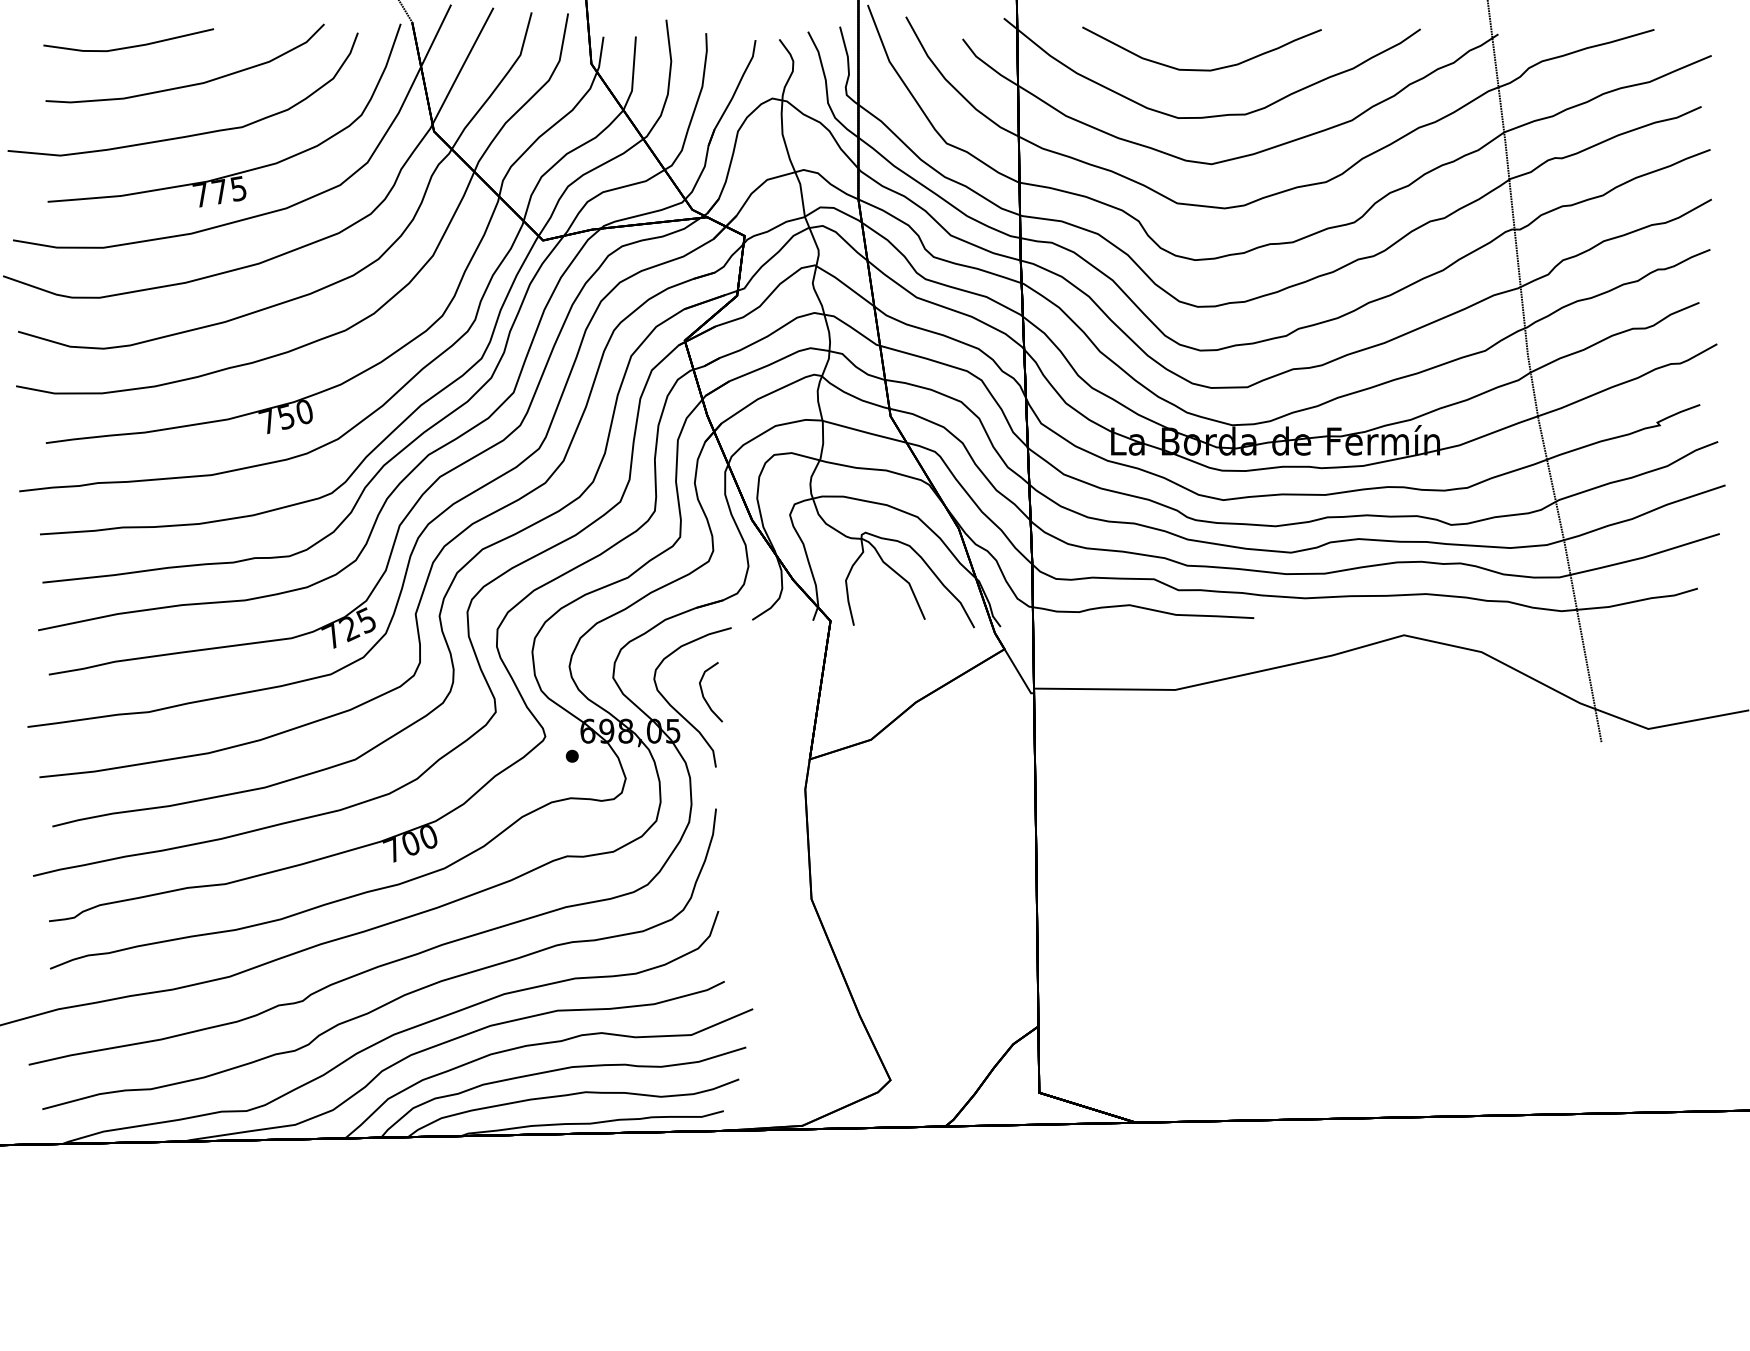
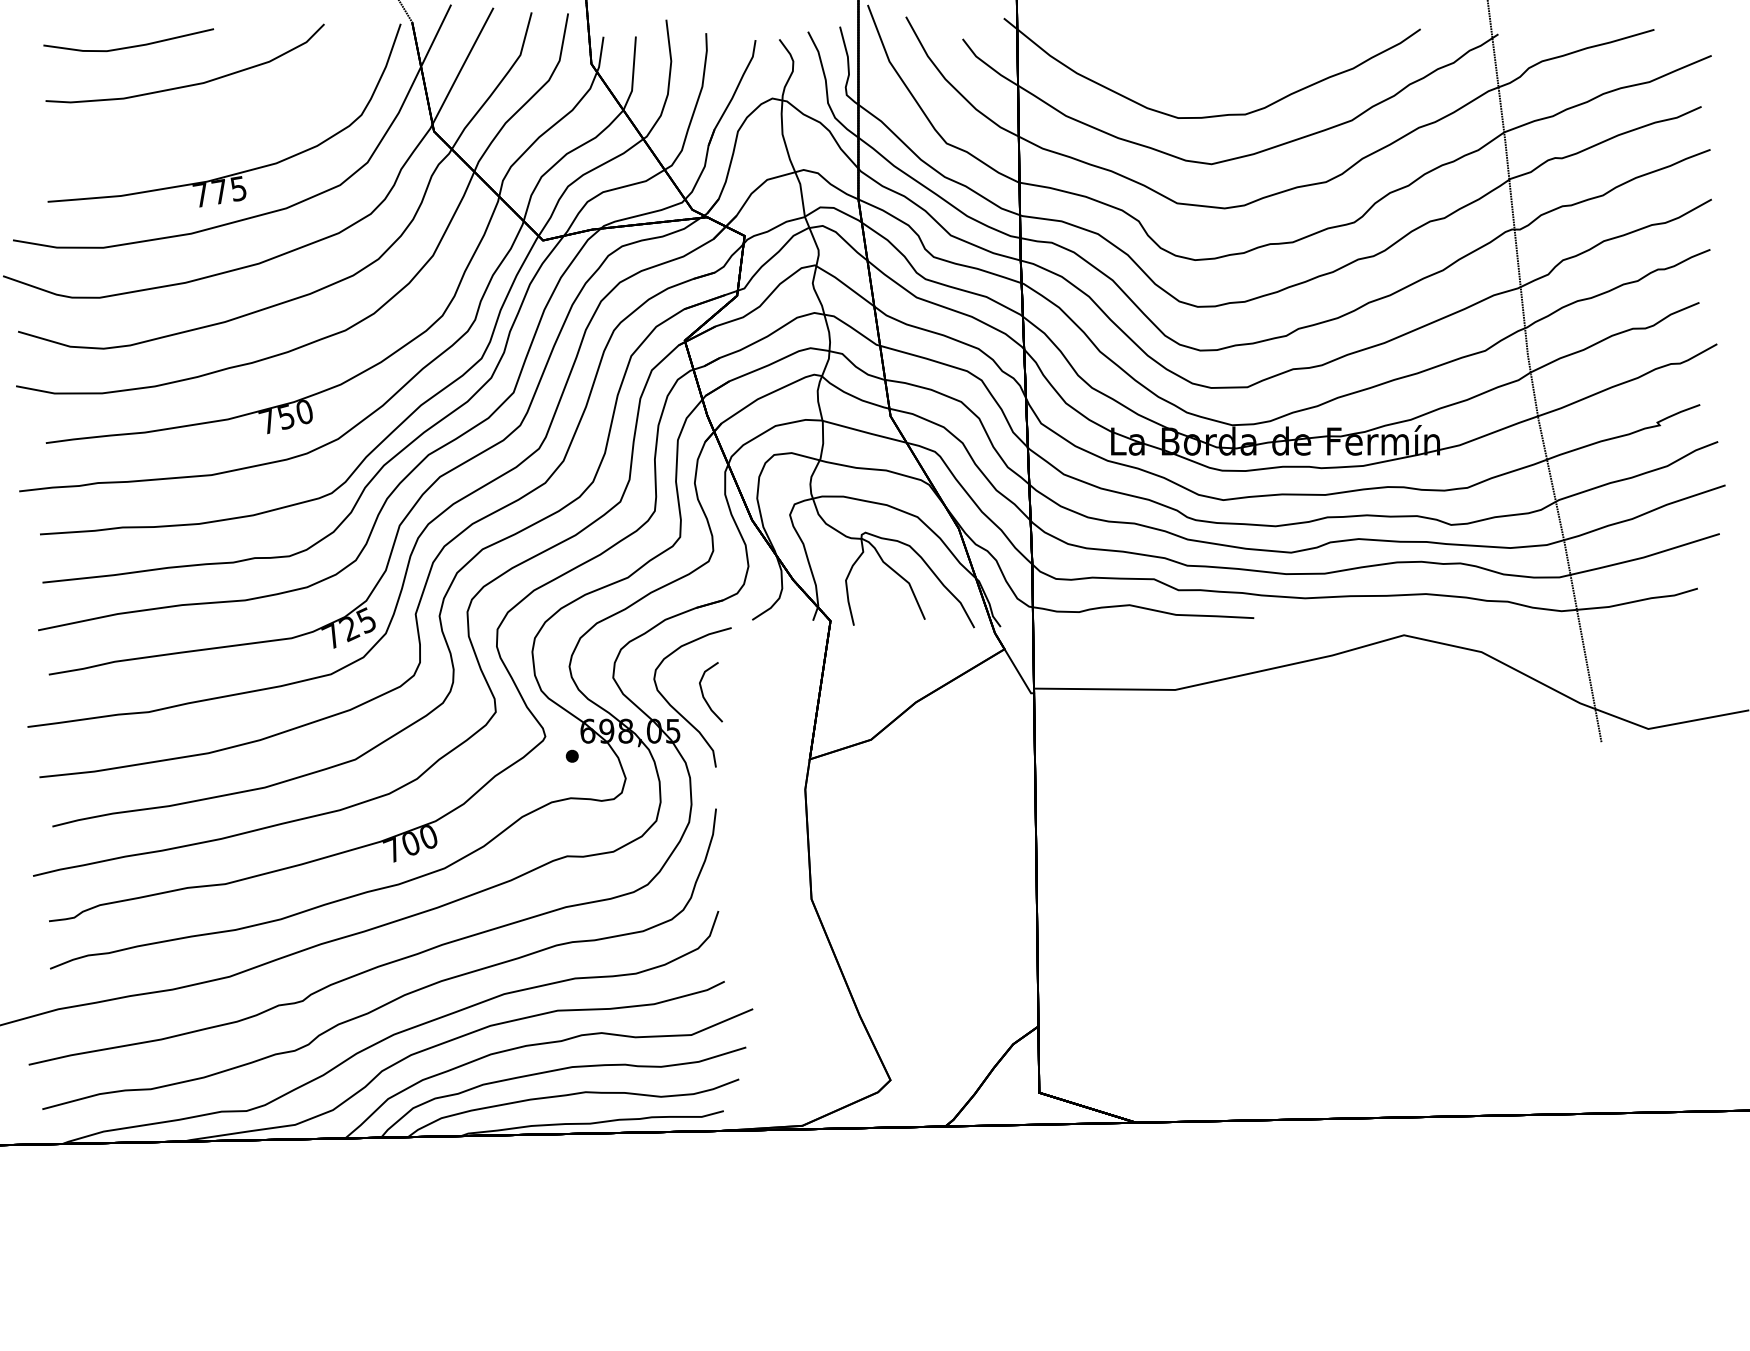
part at (1201, 69): present -> none
part at (191, 134): present -> none
